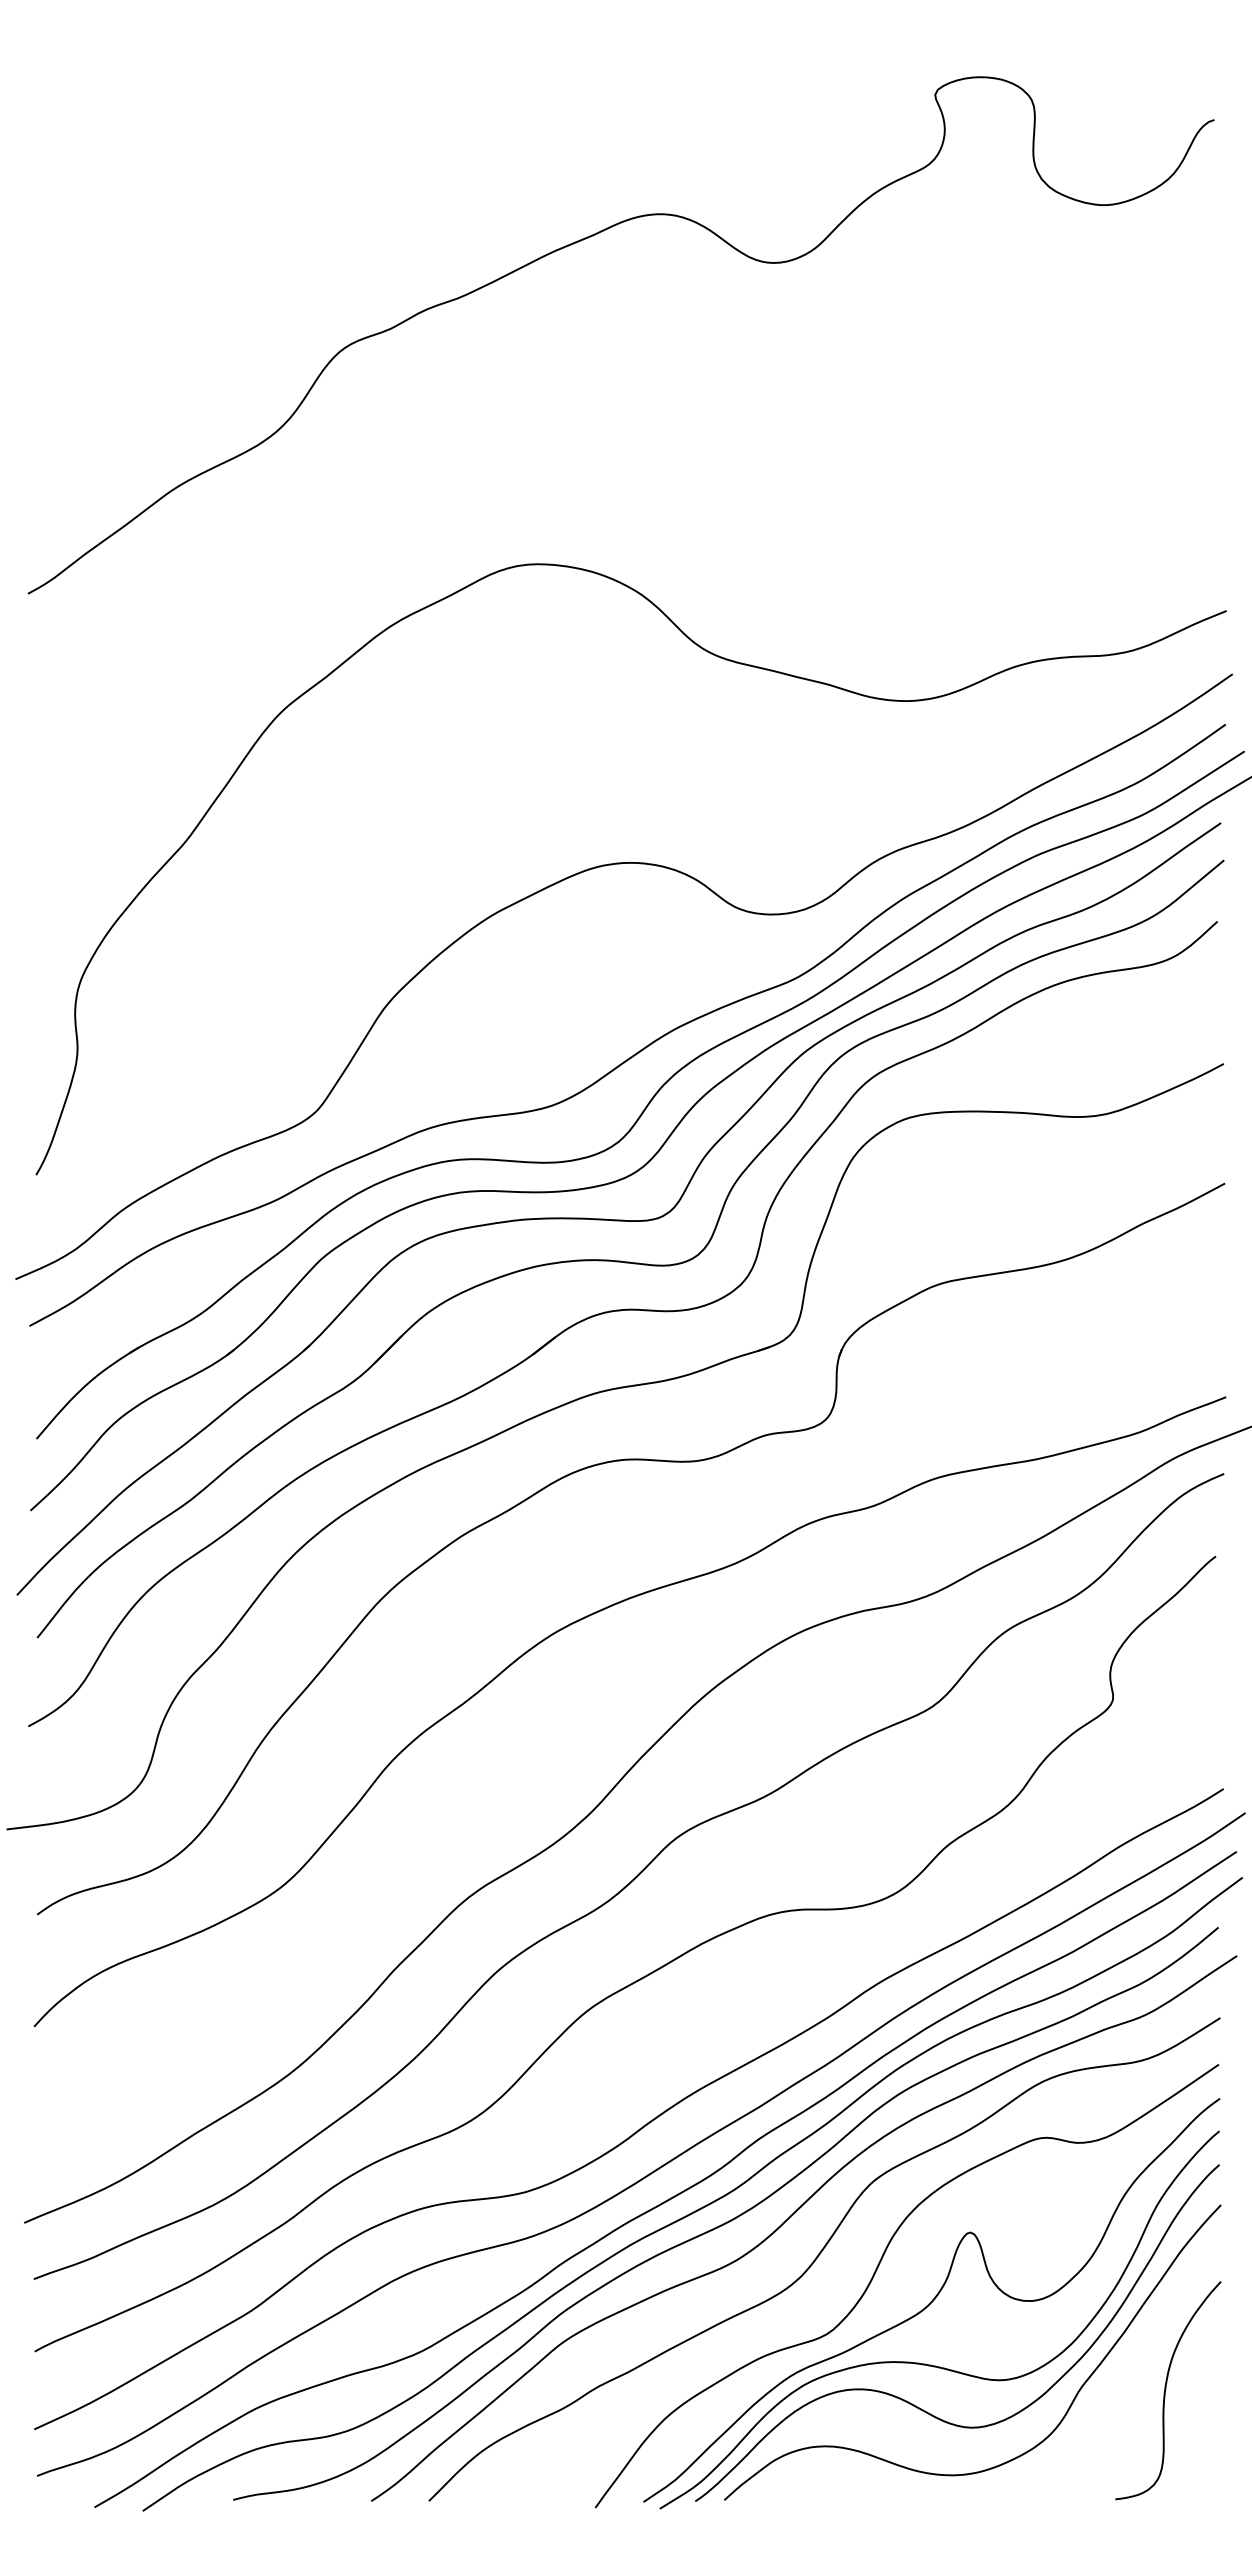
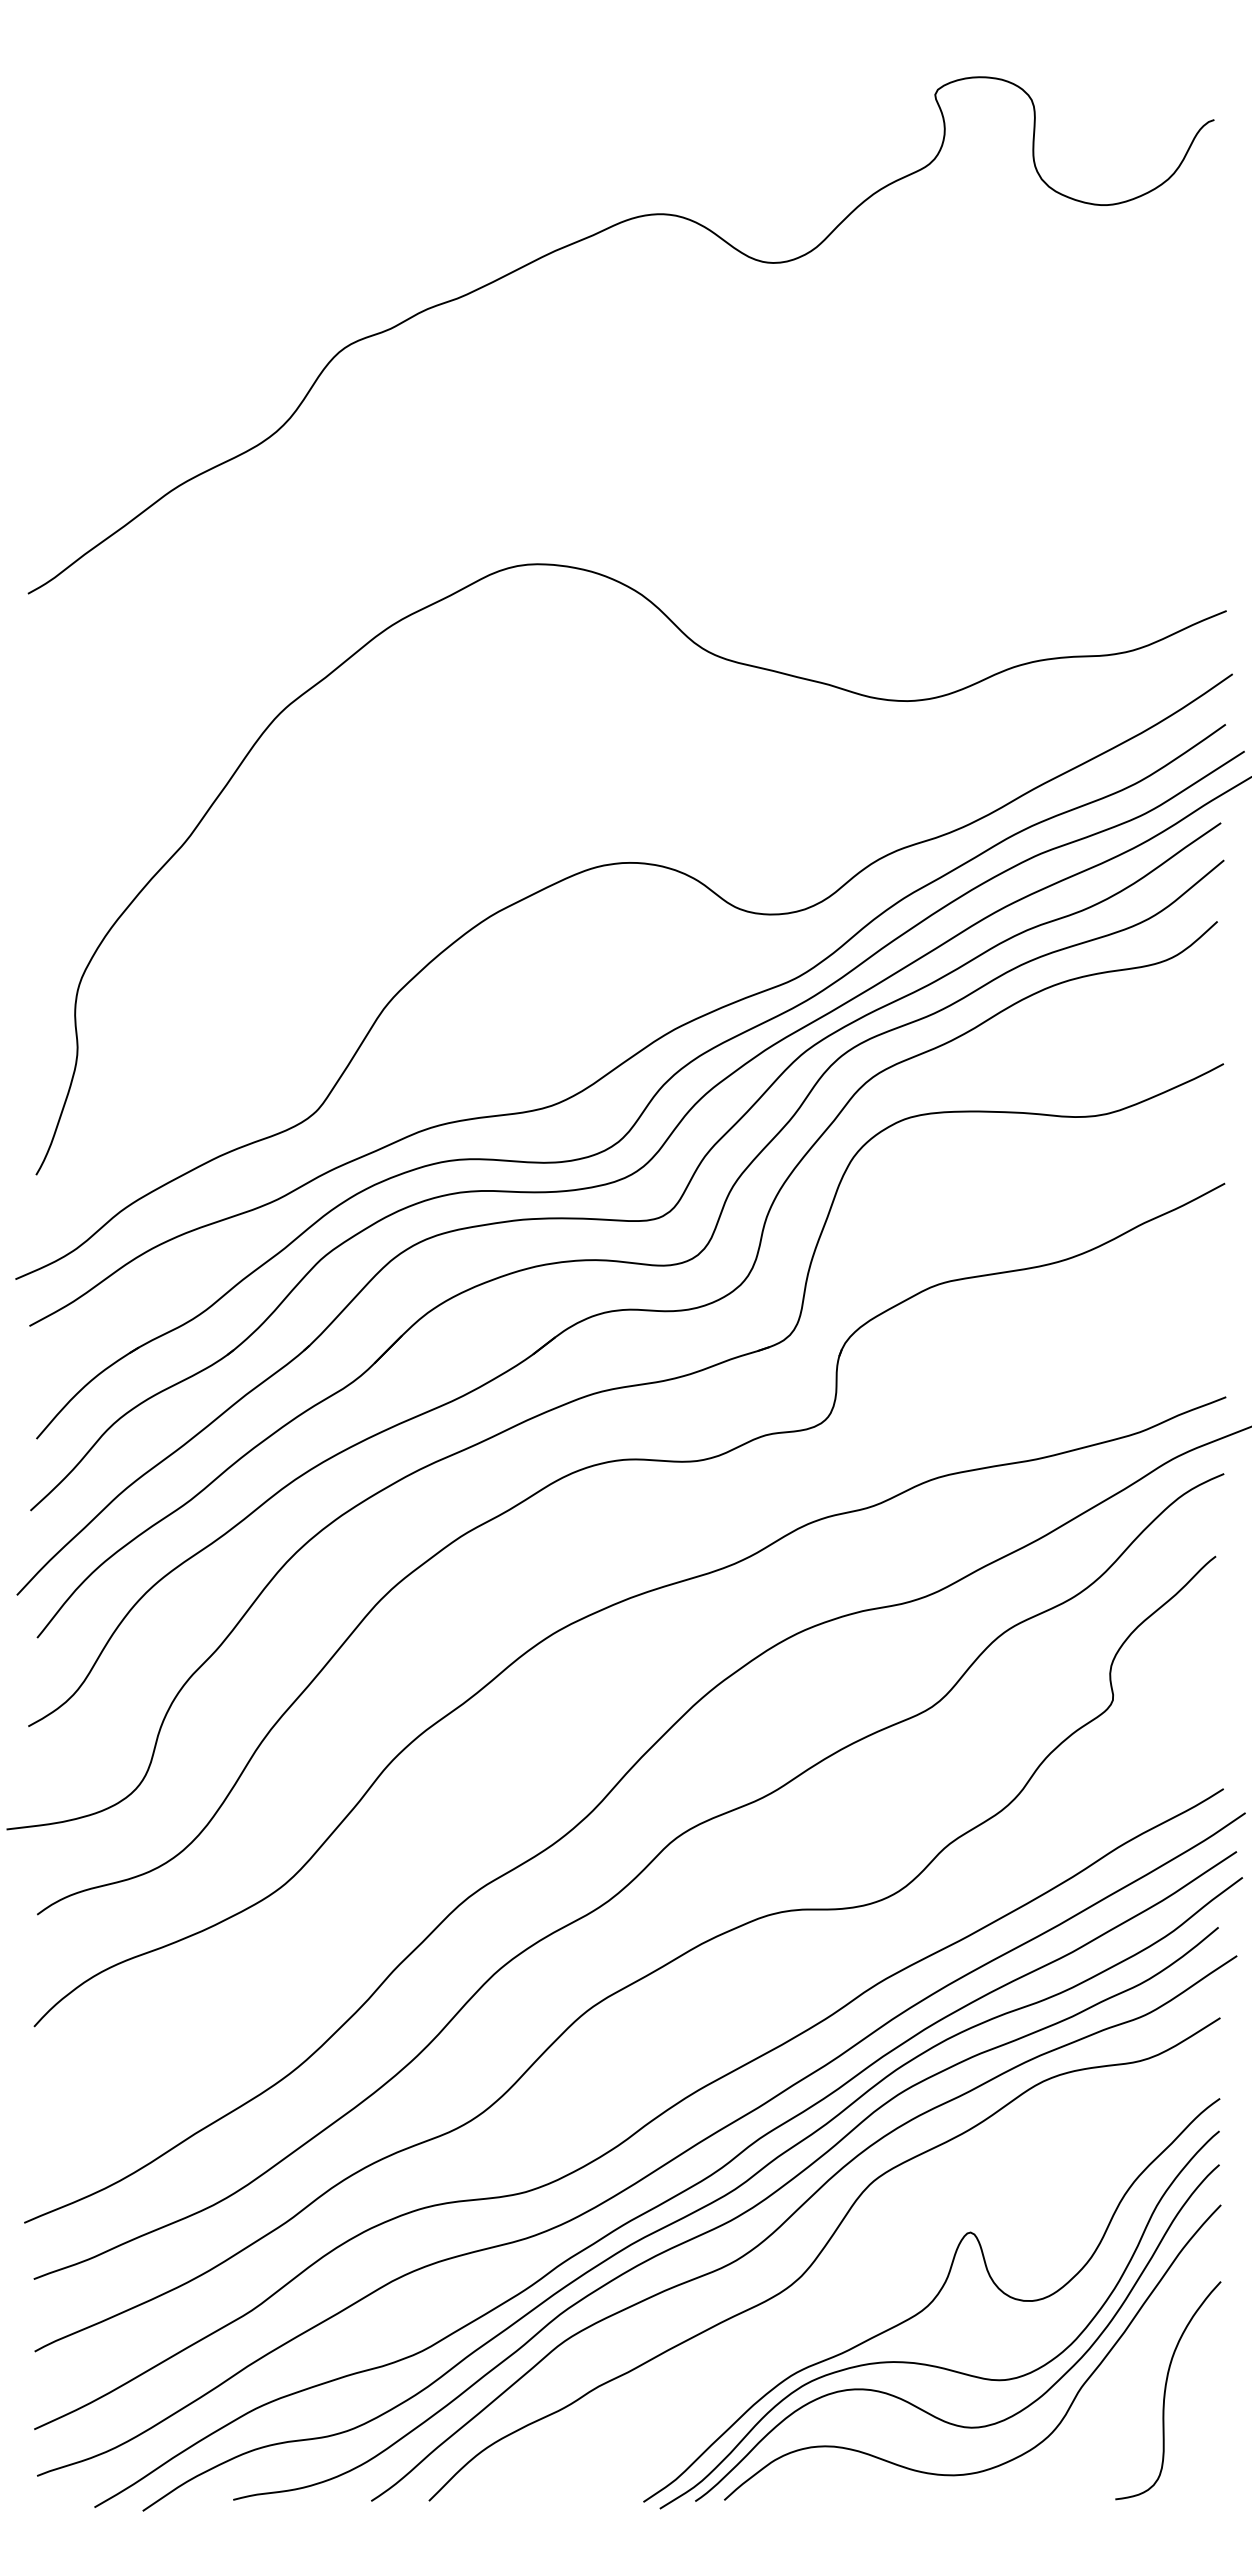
curve at (876, 2272): present -> none
